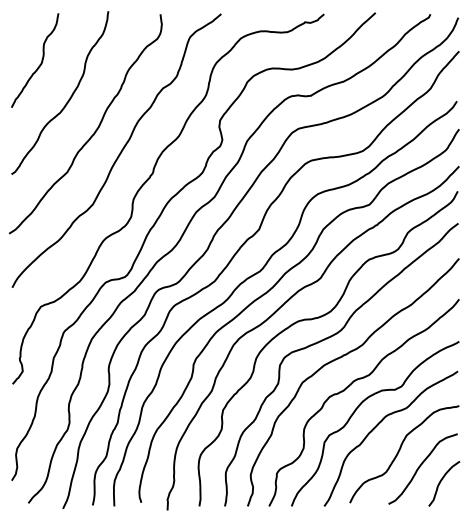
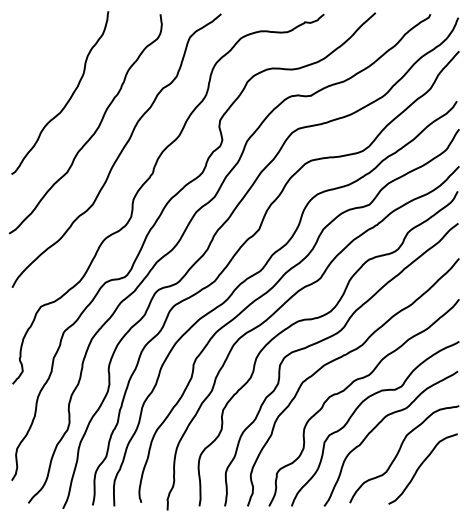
curve at (39, 64): present -> none
curve at (442, 480): present -> none
